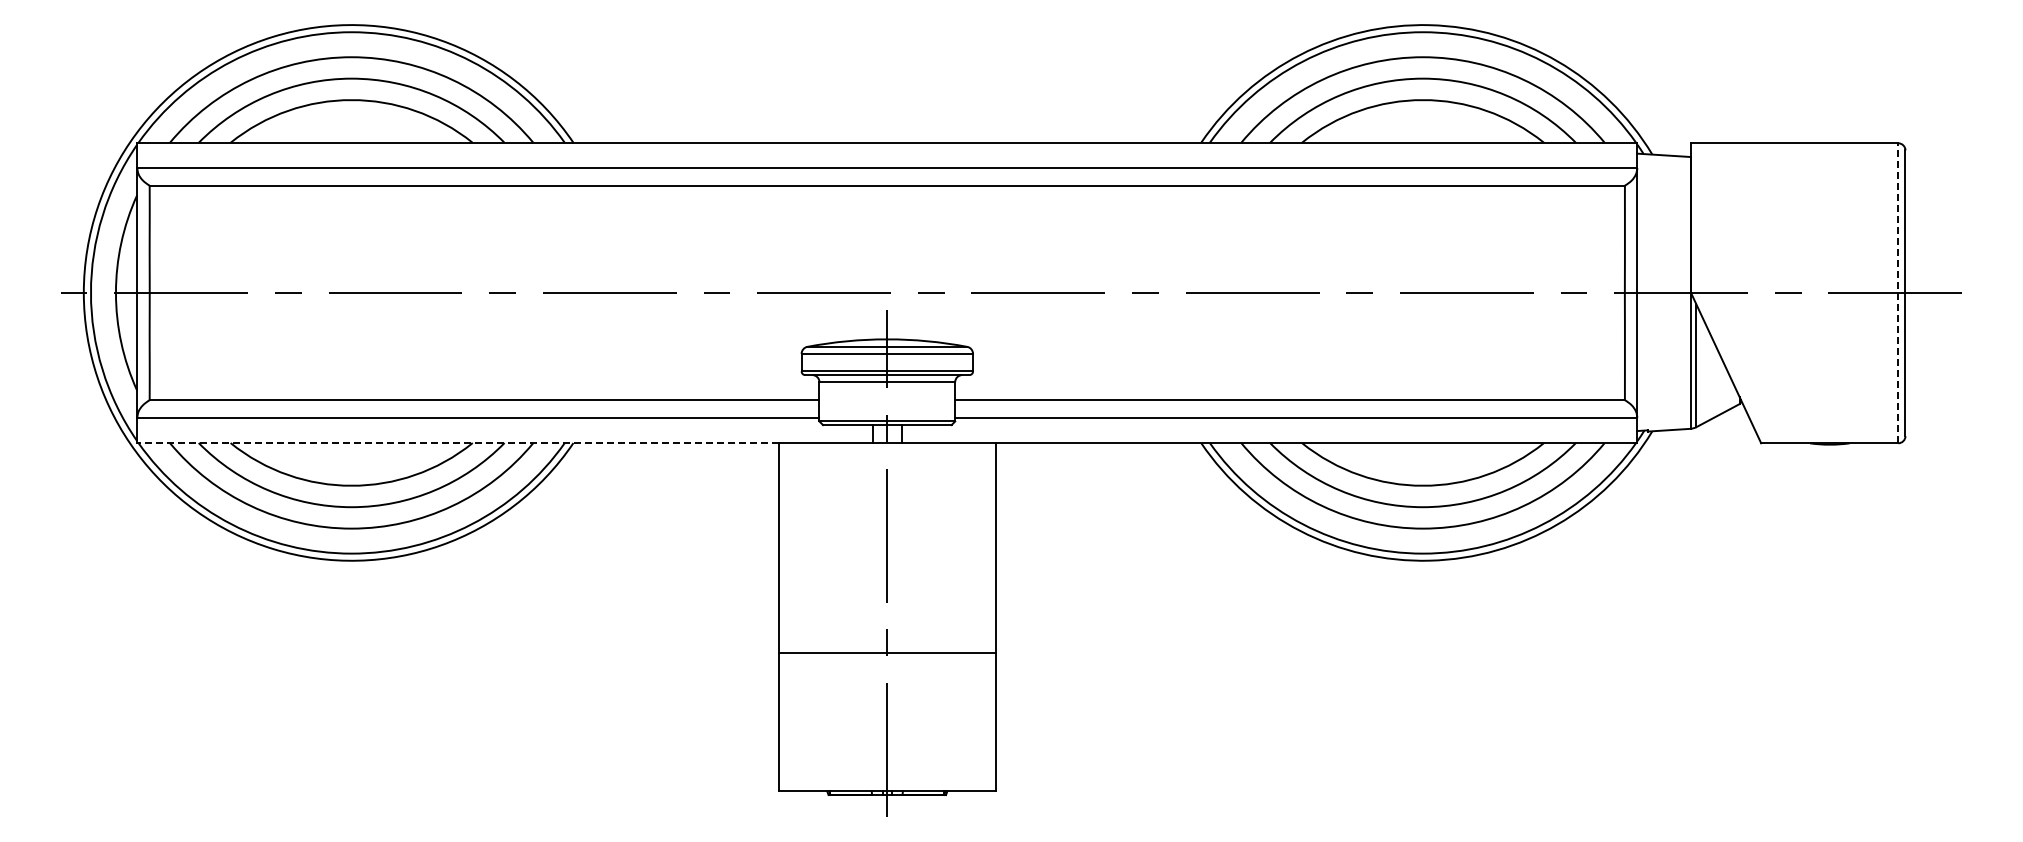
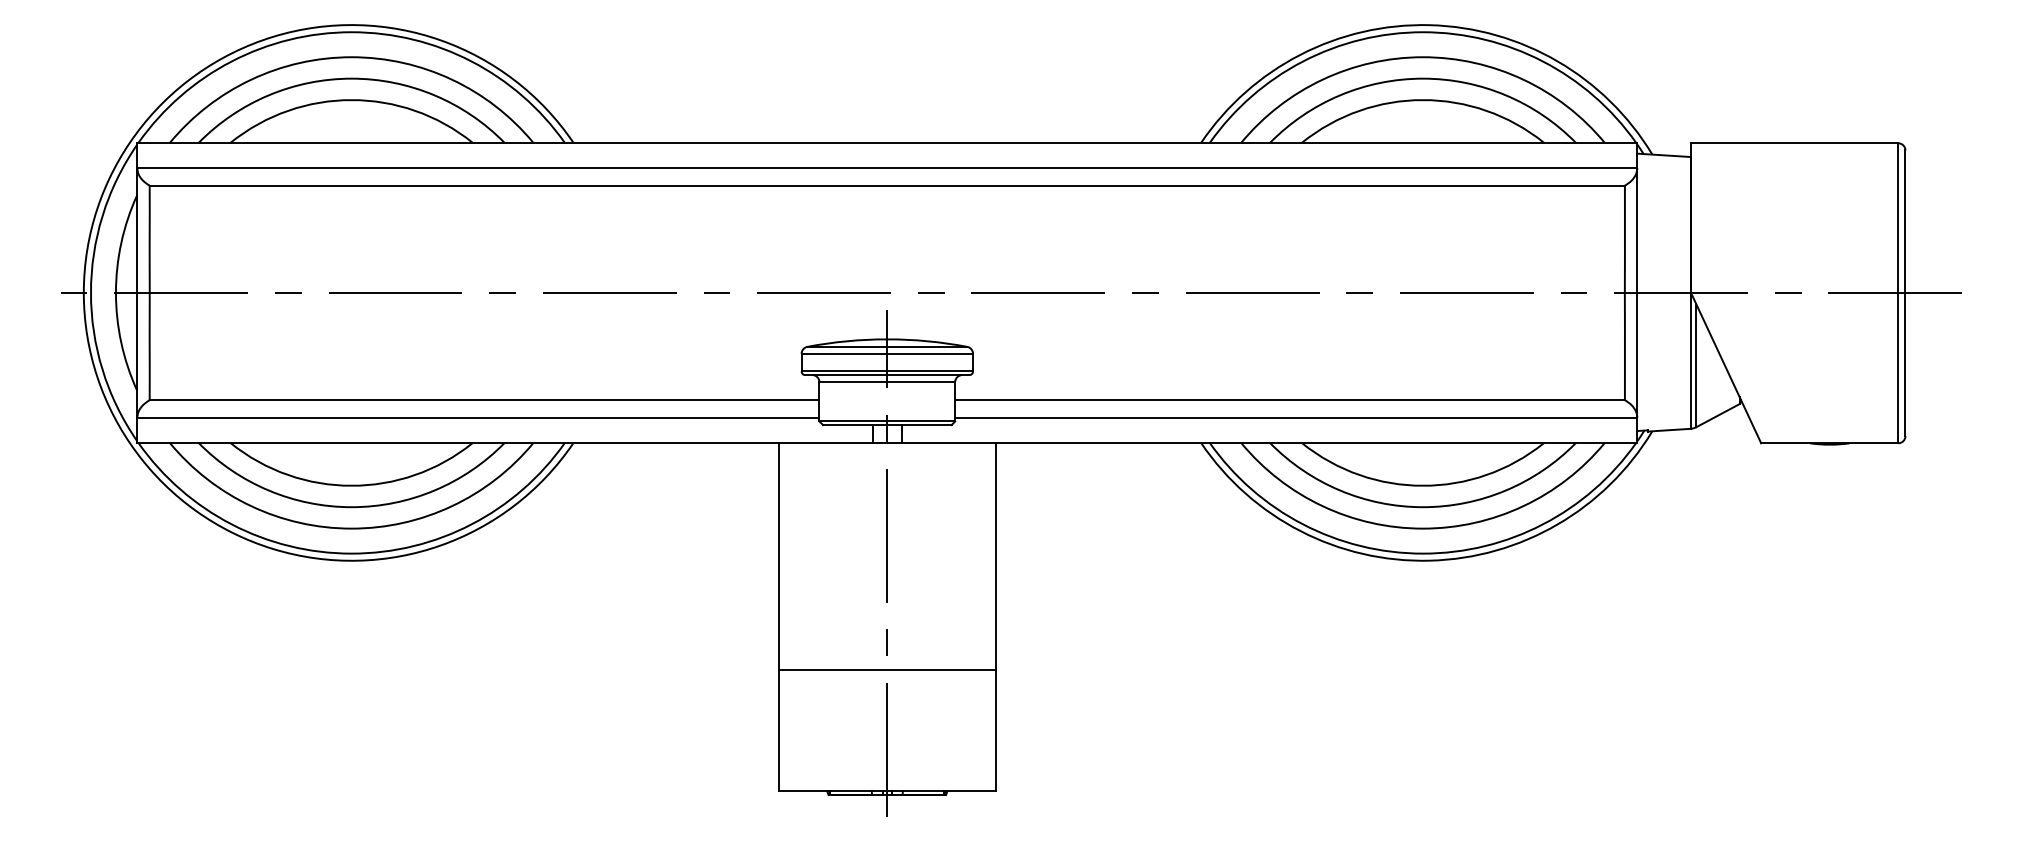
line at (1898, 293): dashed -> solid
line at (458, 442): dashed -> solid
line at (886, 653) position: (886, 653) -> (886, 670)
